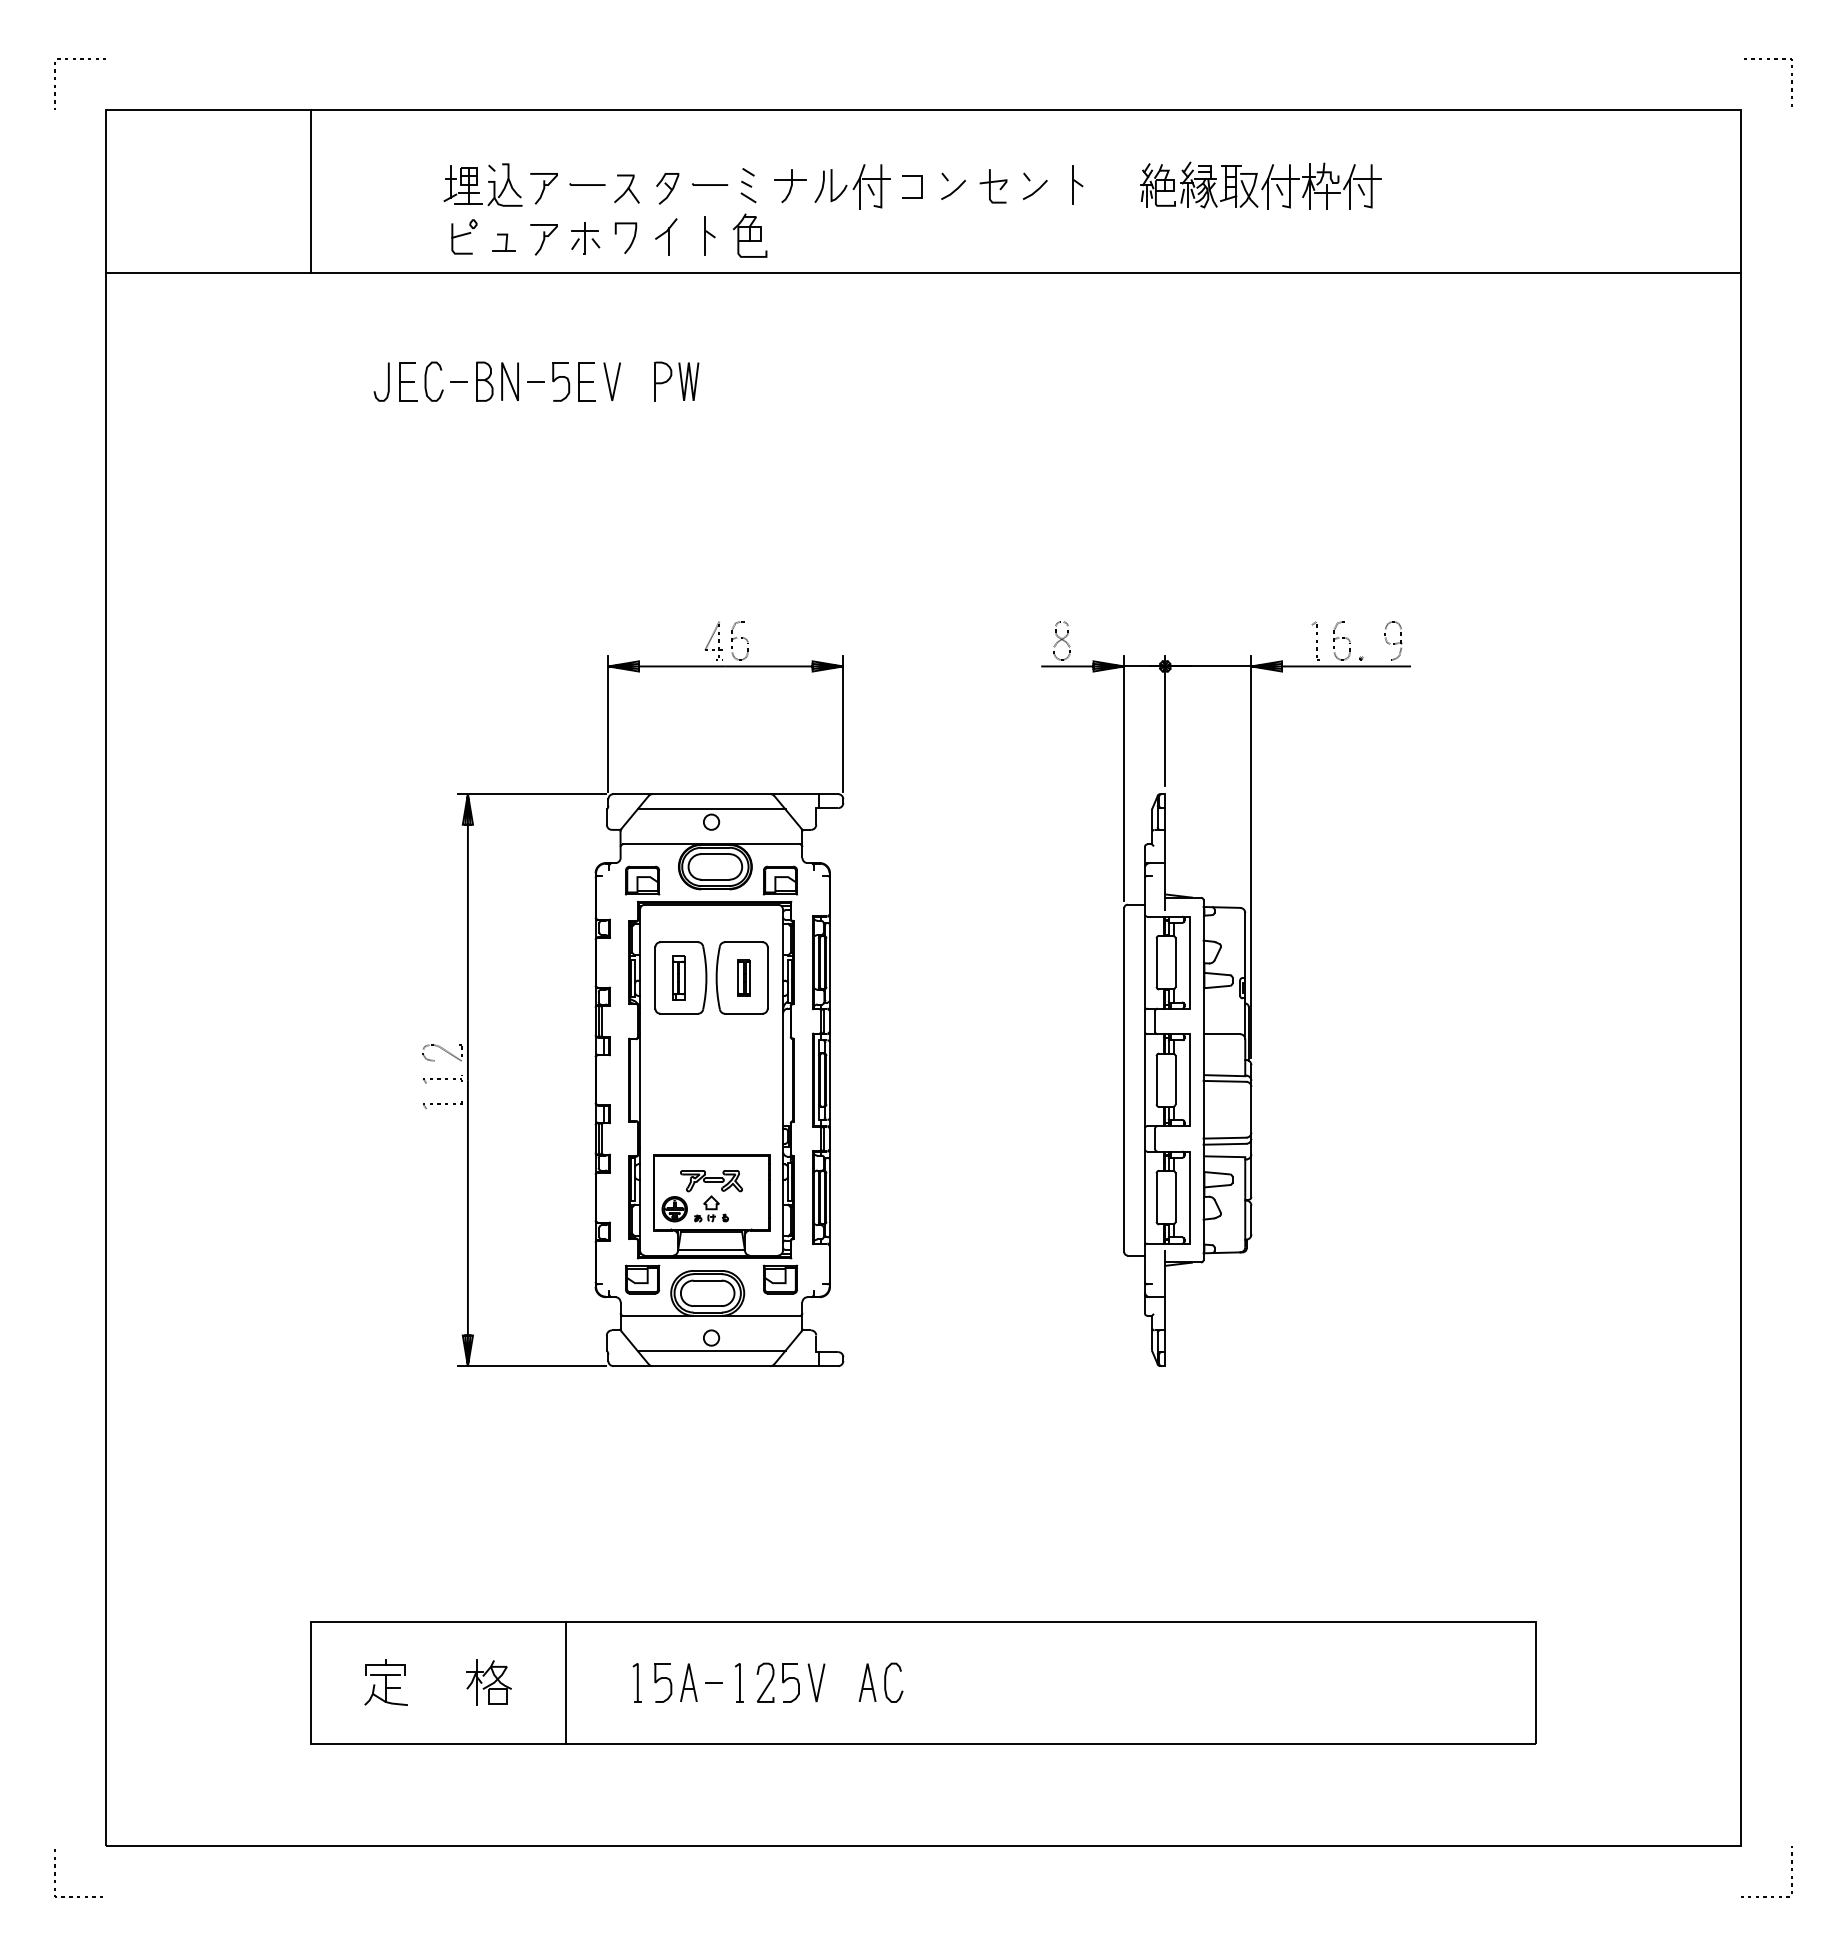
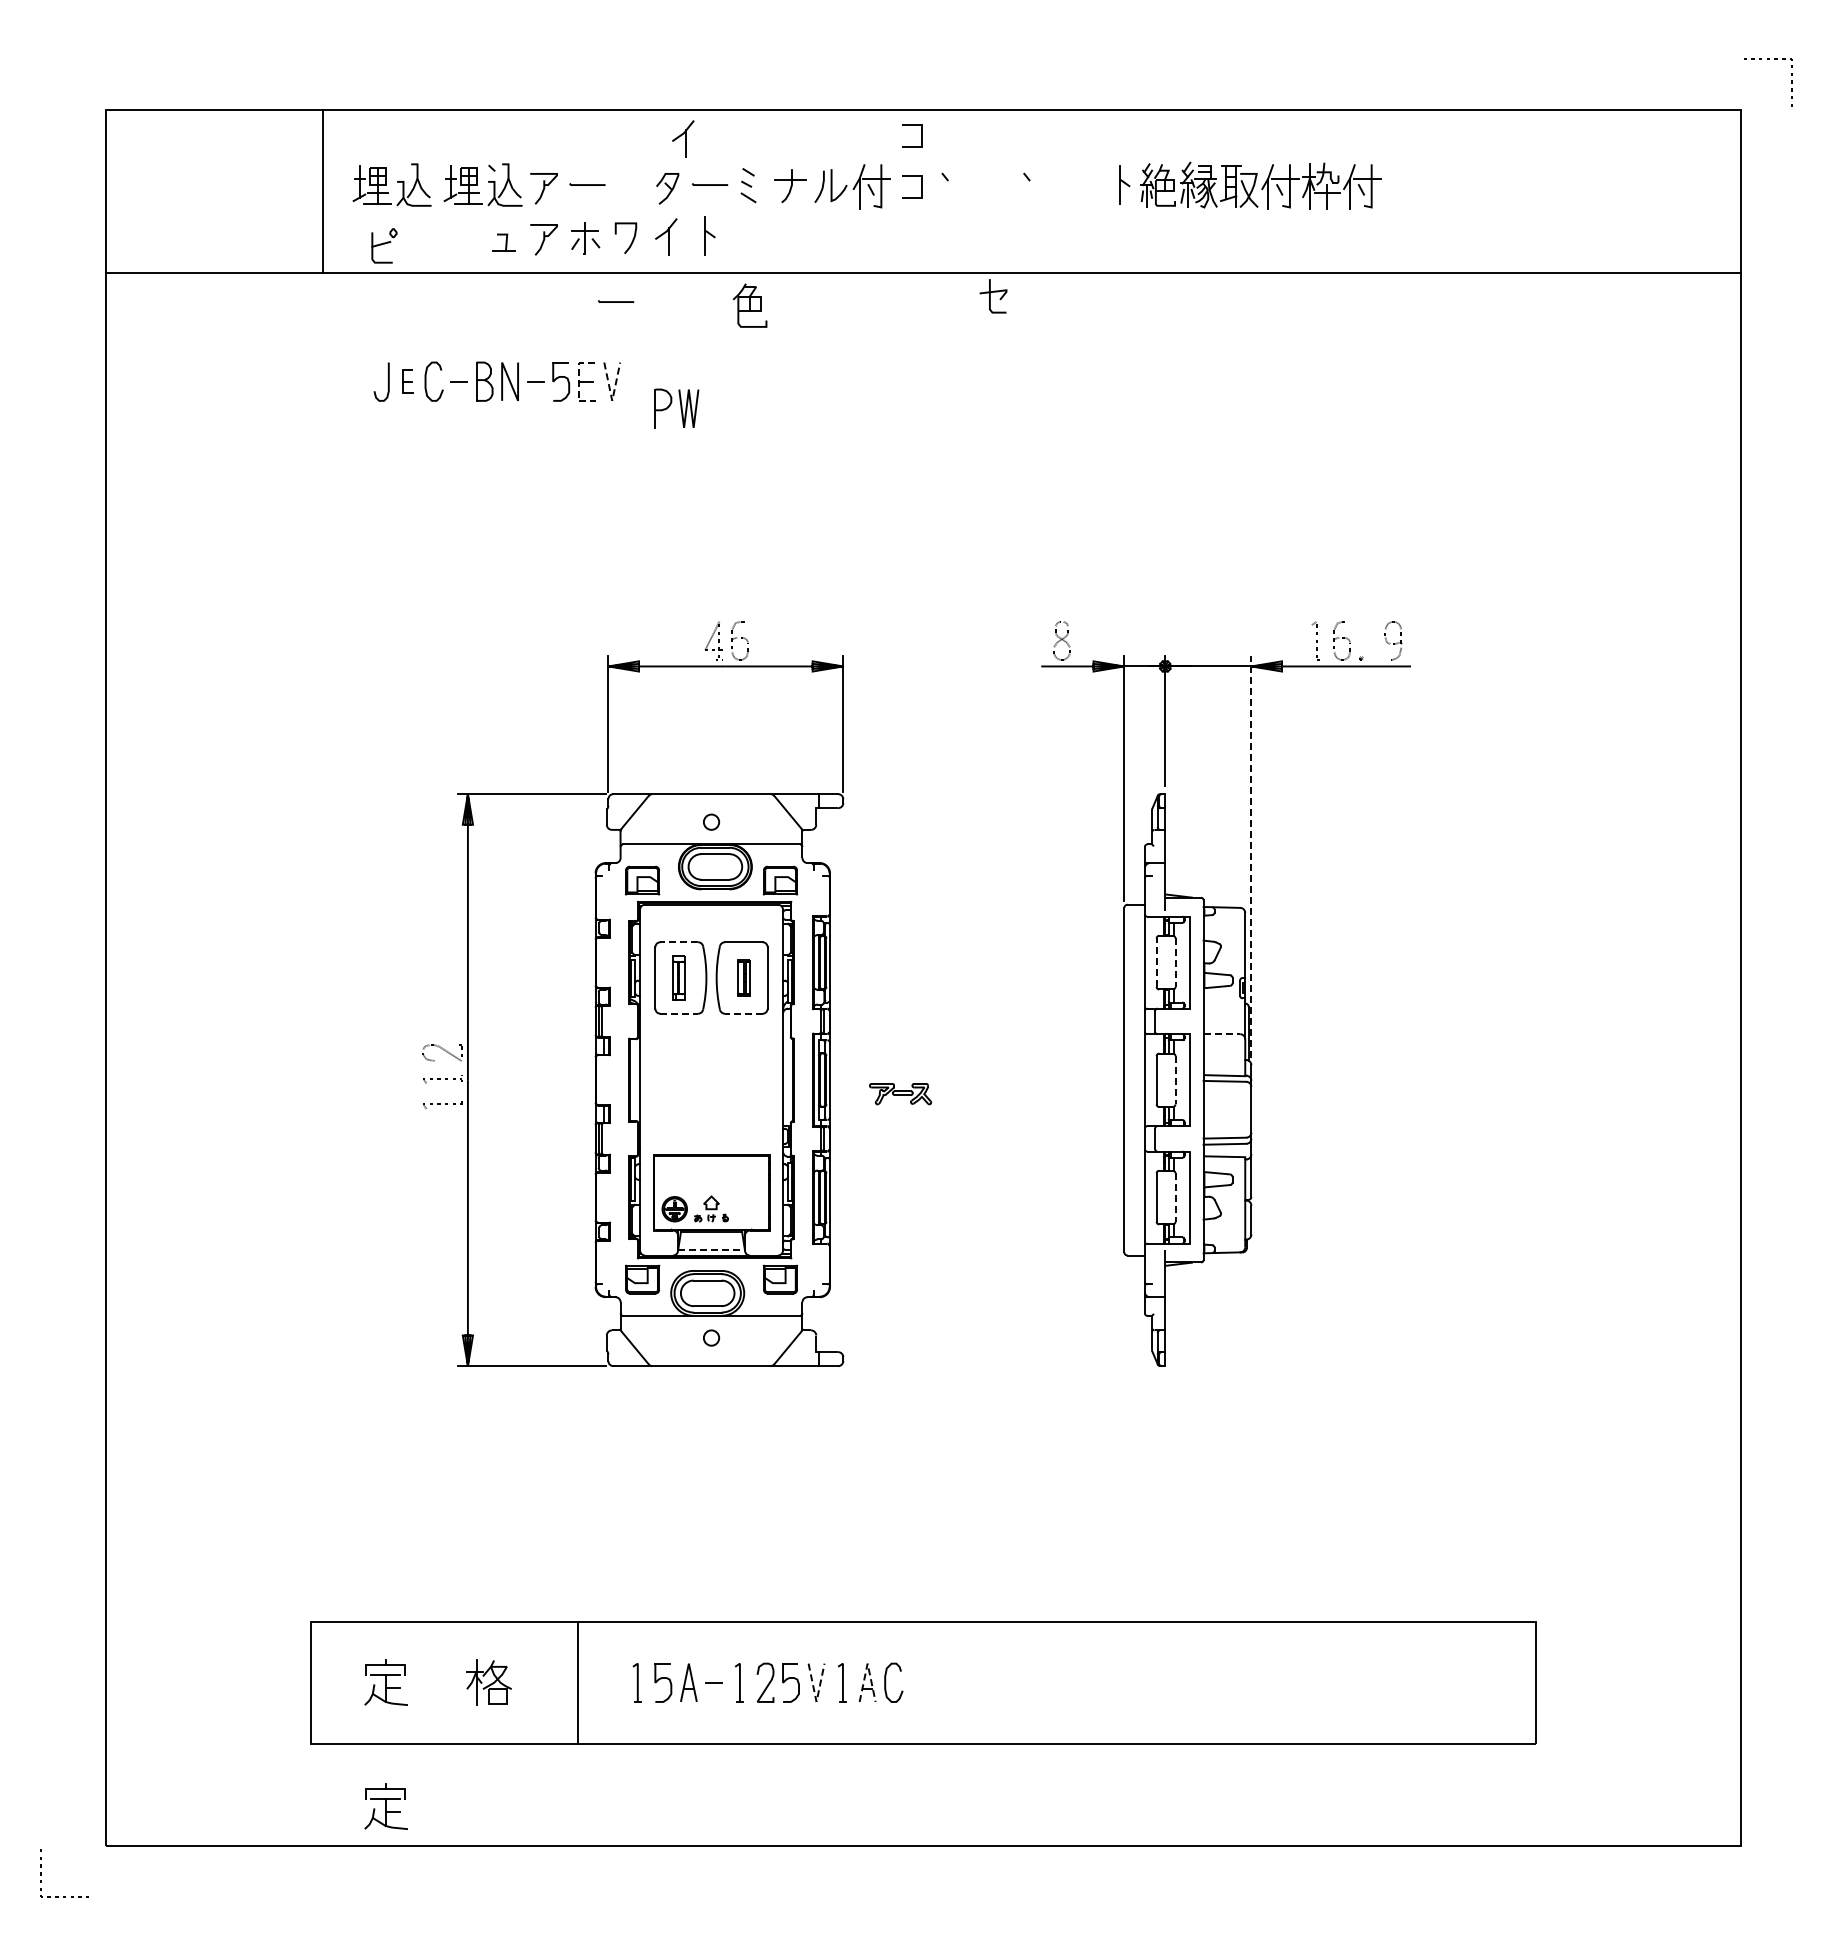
line at (80, 59): present -> none
line at (921, 135): none -> present
part at (683, 138): none -> present
part at (391, 184): none -> present
part at (1077, 184) position: (1077, 184) -> (1124, 184)
part at (993, 186) position: (993, 186) -> (993, 296)
part at (626, 188): present -> none
line at (954, 189): present -> none
line at (1035, 190): present -> none
line at (310, 191) position: (310, 191) -> (322, 191)
part at (750, 235) position: (750, 235) -> (750, 305)
part at (464, 236) position: (464, 236) -> (384, 245)
line at (616, 301): none -> present
part at (408, 381) size: 19x40 px -> 12x25 px
part at (676, 381) position: (676, 381) -> (676, 408)
line at (578, 383): solid -> dashed
line at (612, 400): solid -> dashed
line at (711, 809): present -> none
line at (1251, 856): solid -> dashed
line at (679, 942): solid -> dashed
line at (1156, 962): solid -> dashed
line at (1175, 963): solid -> dashed
line at (679, 1013): solid -> dashed
line at (743, 1013): solid -> dashed
line at (1222, 1034): solid -> dashed
line at (1175, 1080): solid -> dashed
part at (711, 1181) position: (711, 1181) -> (900, 1094)
line at (1175, 1198): solid -> dashed
line at (712, 1250): solid -> dashed
line at (711, 1350): present -> none
line at (867, 1663): solid -> dashed
line at (565, 1682) position: (565, 1682) -> (577, 1682)
part at (842, 1682): none -> present
line at (816, 1701): solid -> dashed
part at (385, 1806): none -> present
line at (55, 1873) position: (55, 1873) -> (41, 1873)
line at (1766, 1896): present -> none
